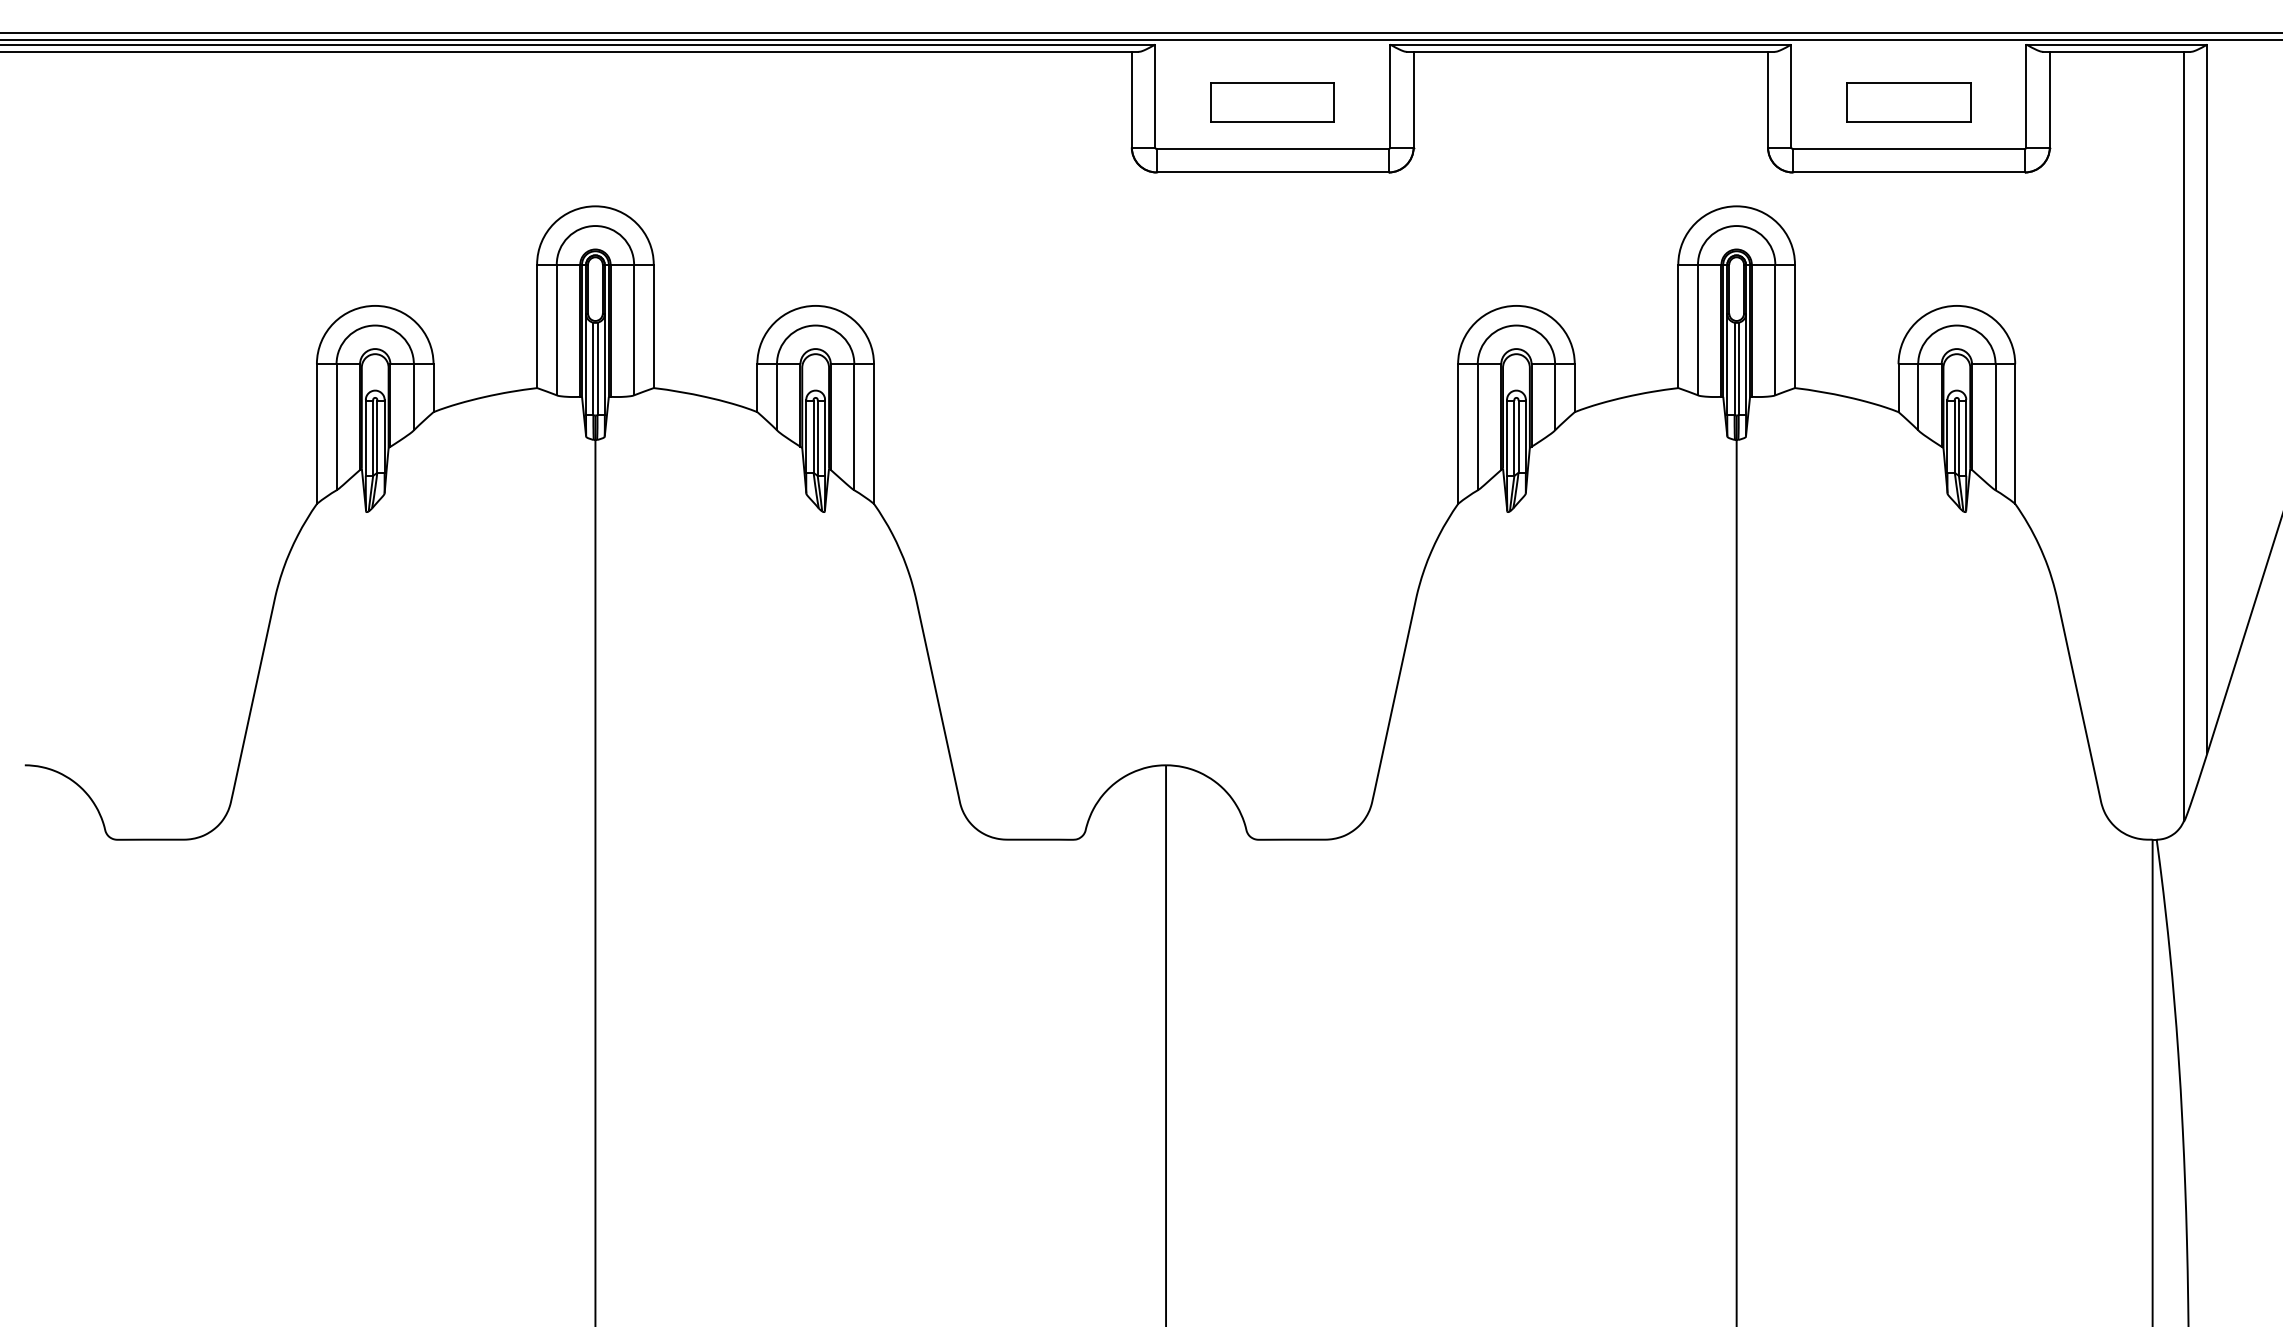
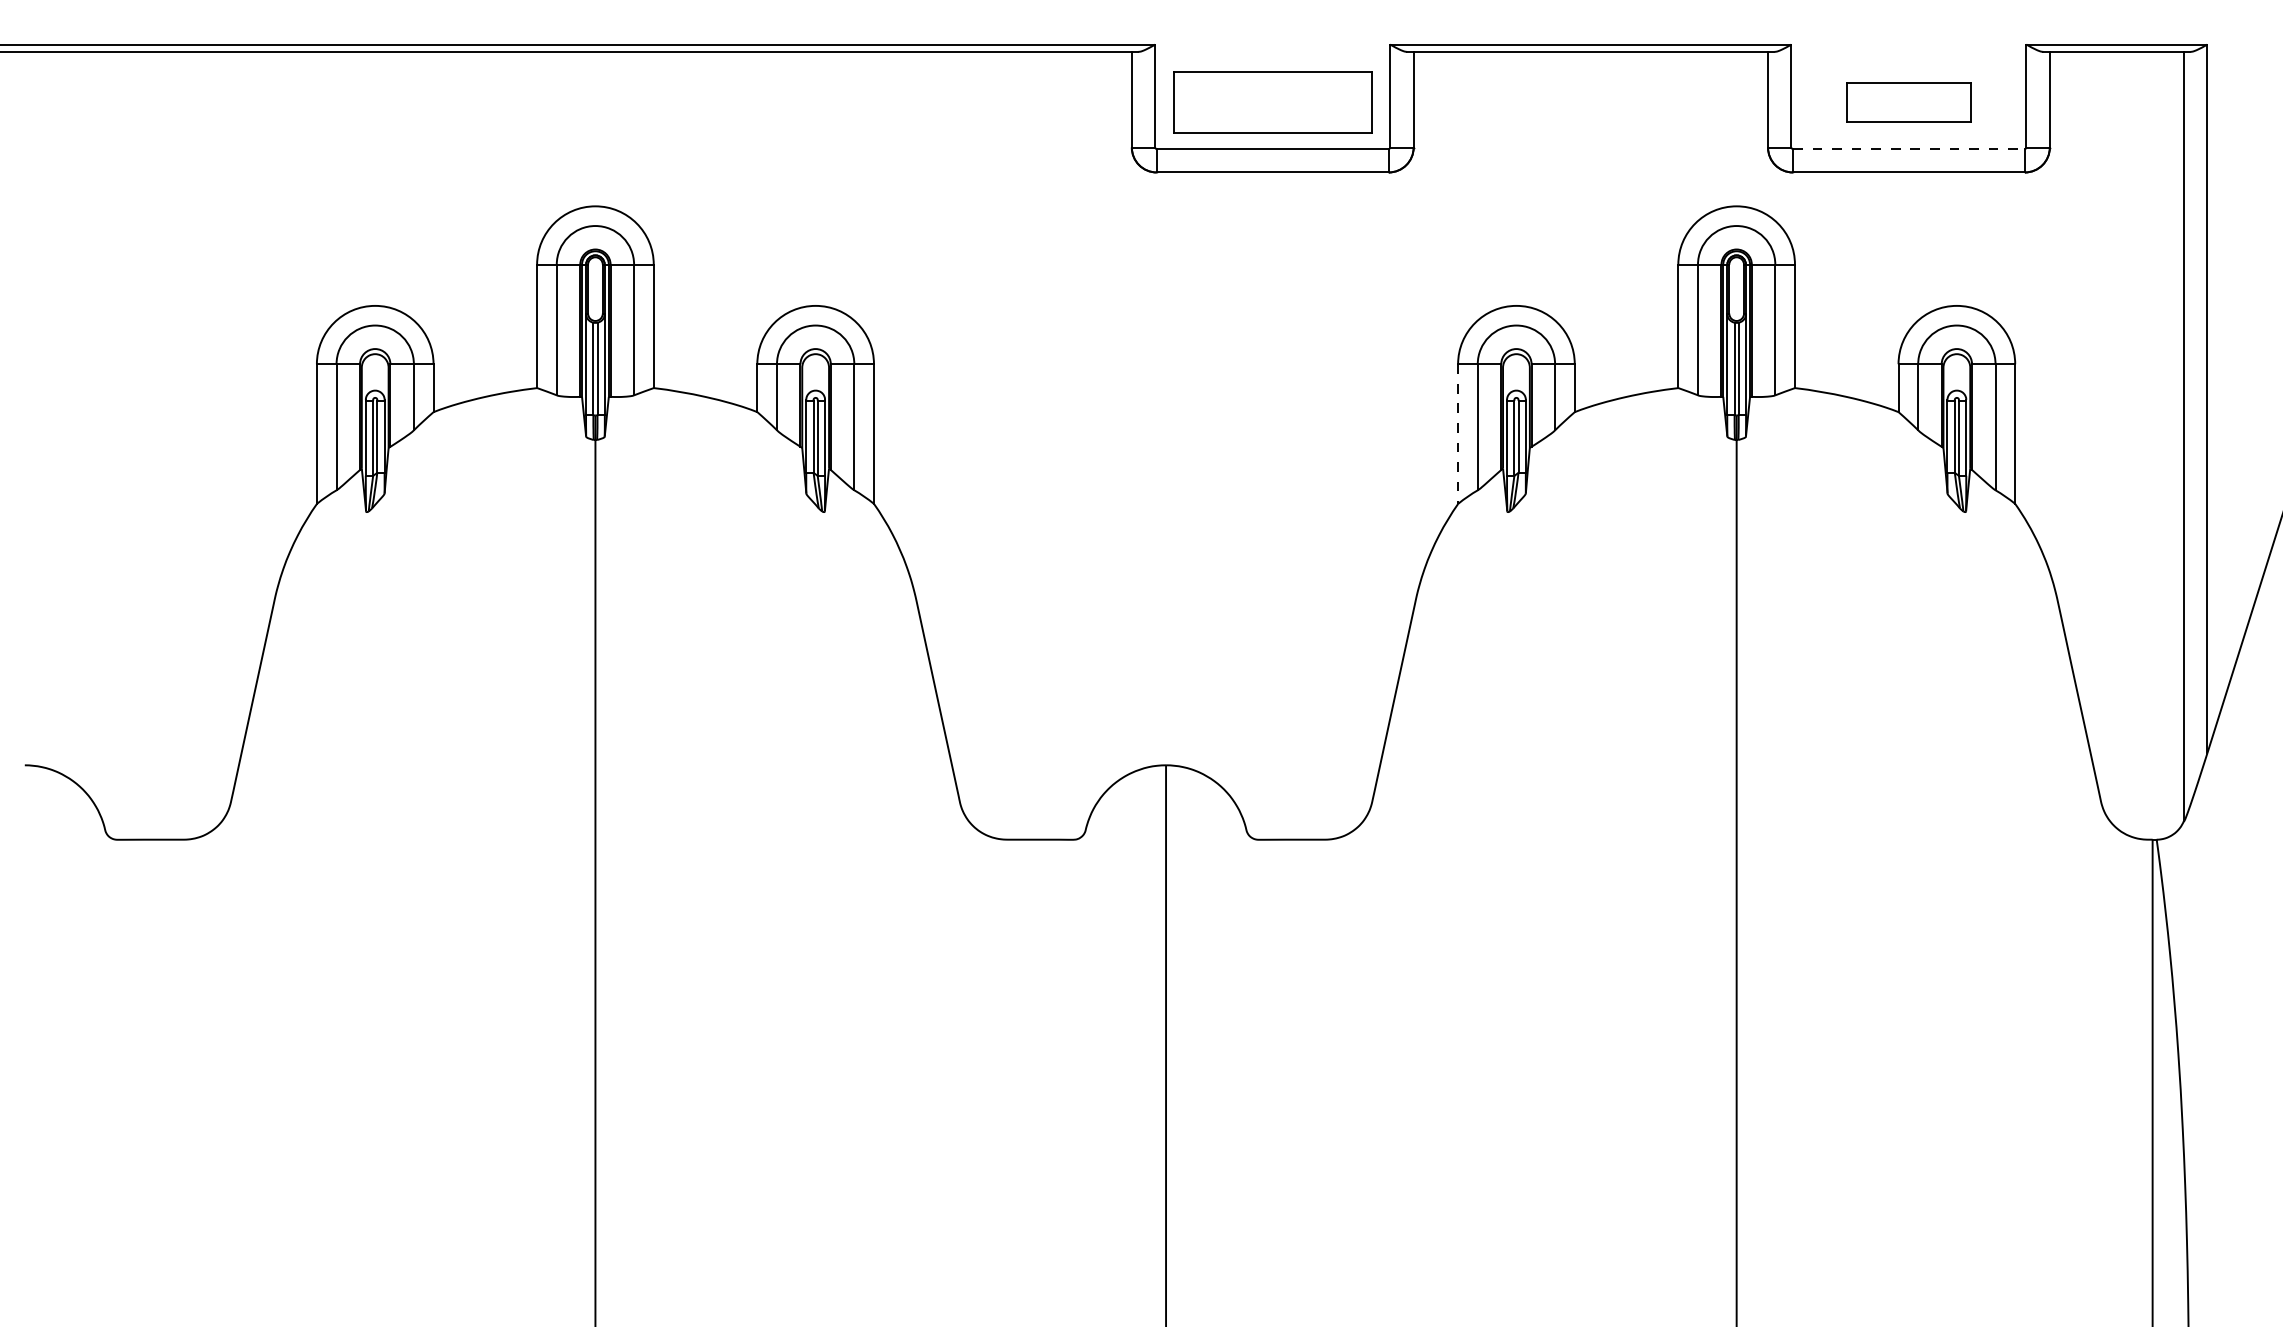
line at (1140, 32): present -> none
line at (1140, 39): present -> none
part at (1272, 102) size: 125x41 px -> 200x63 px
line at (1908, 148): solid -> dashed
line at (1458, 434): solid -> dashed
